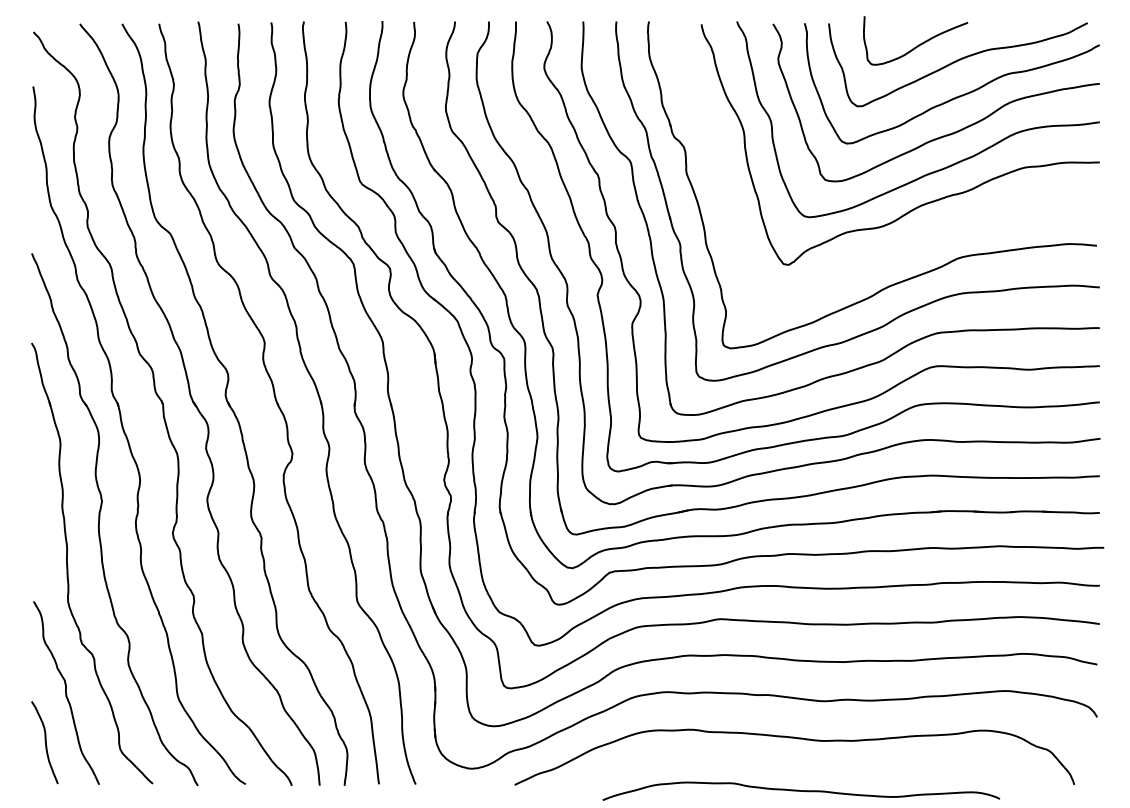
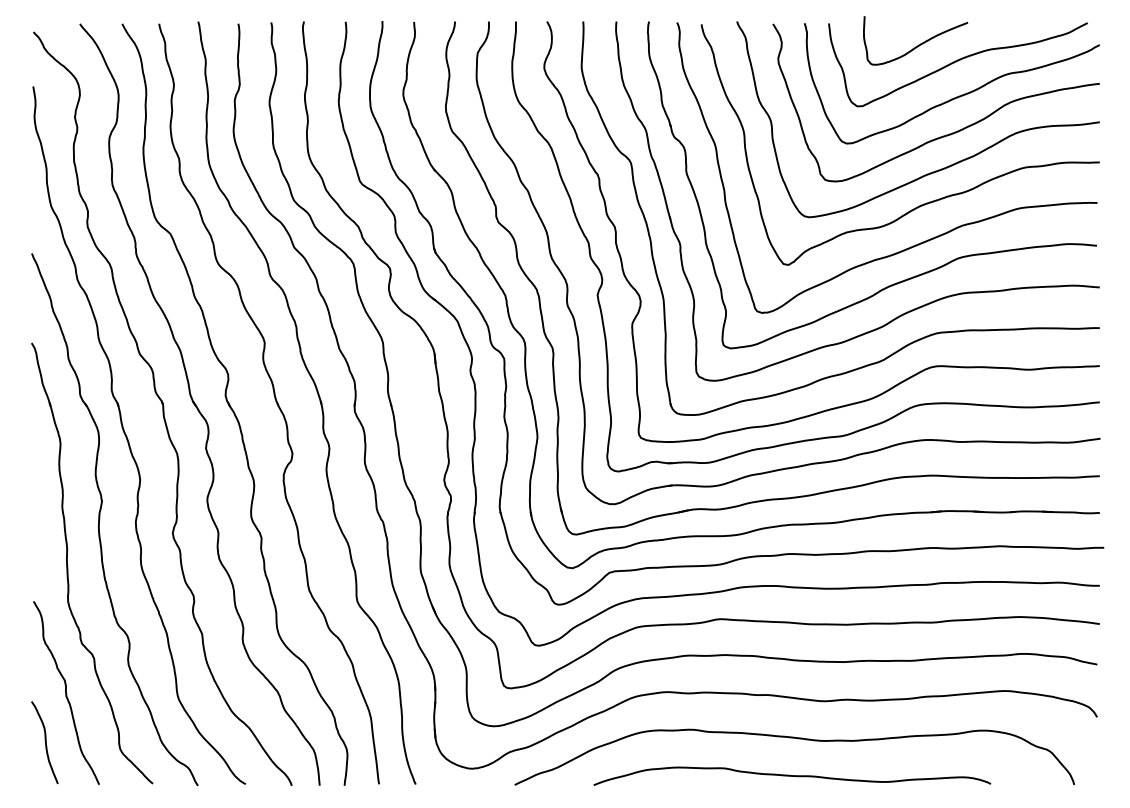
curve at (915, 244): none -> present
curve at (801, 790) position: (801, 790) -> (792, 775)
